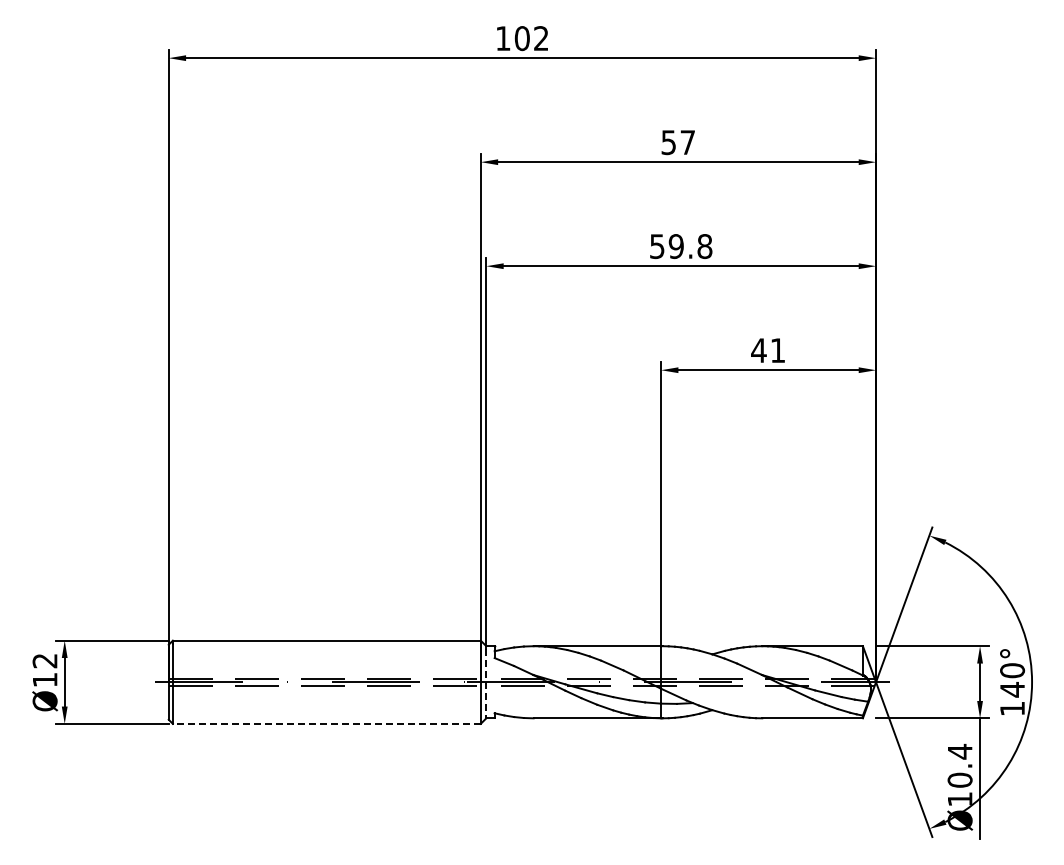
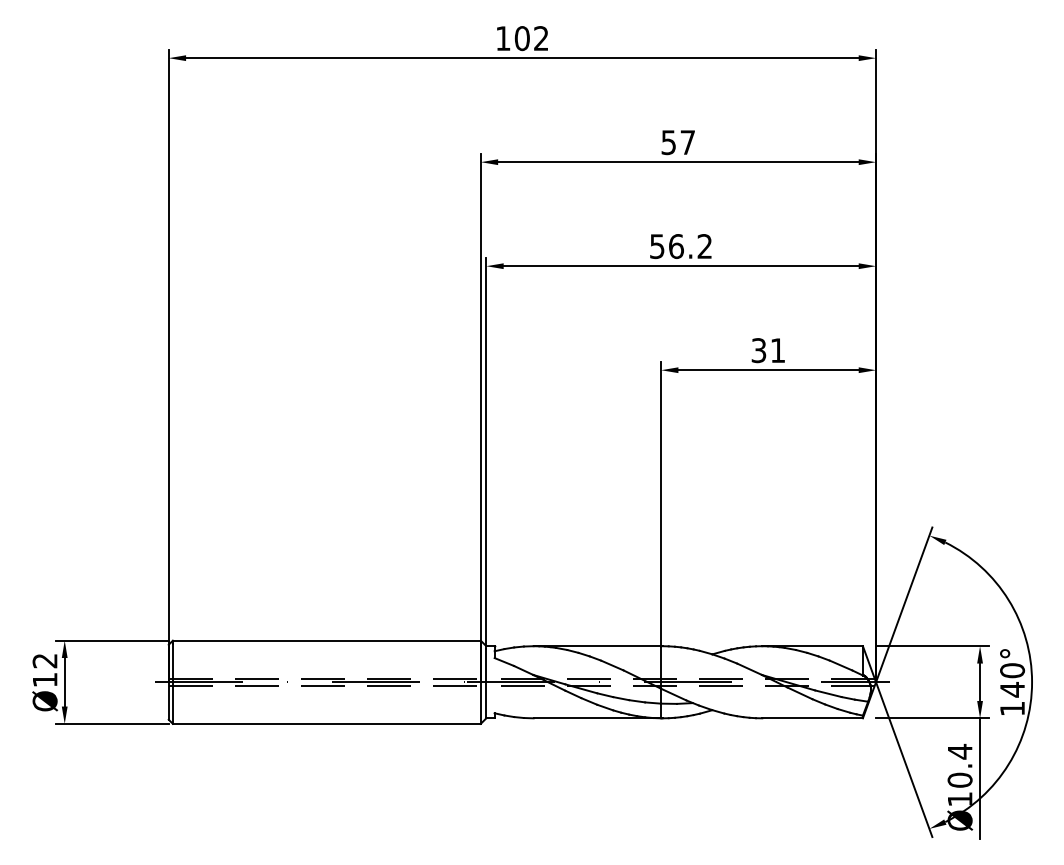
text at (690, 246): 59.8 -> 56.2
text at (758, 350): 41 -> 31
line at (486, 684): dashed -> solid
line at (326, 723): dashed -> solid
